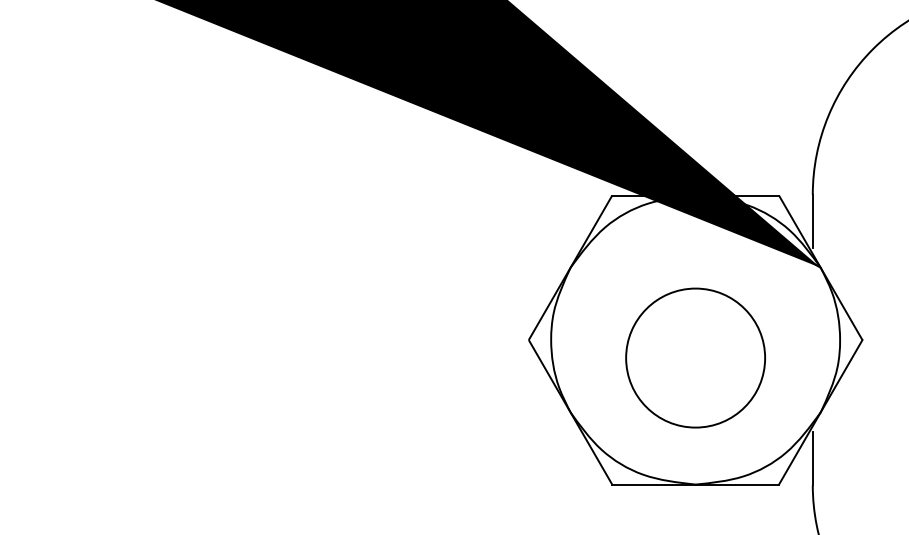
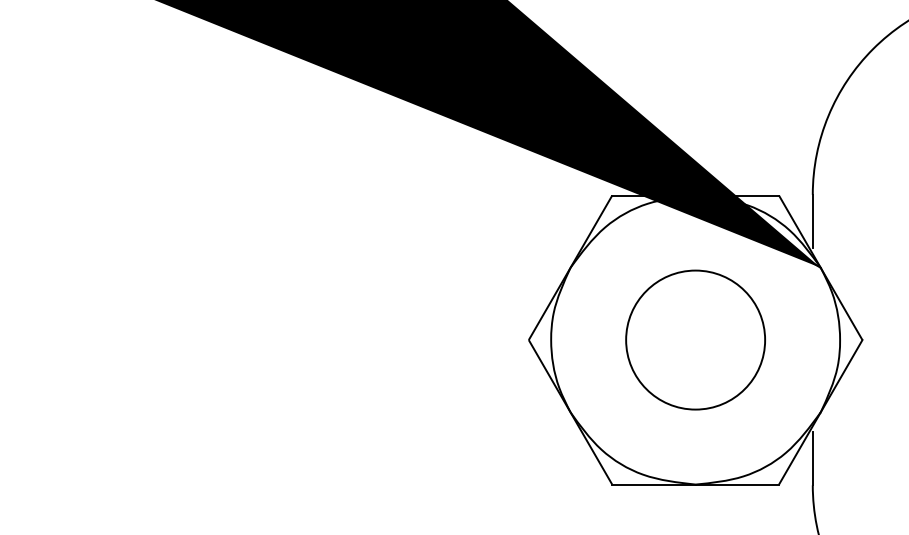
circle at (695, 357) position: (695, 357) -> (695, 339)
